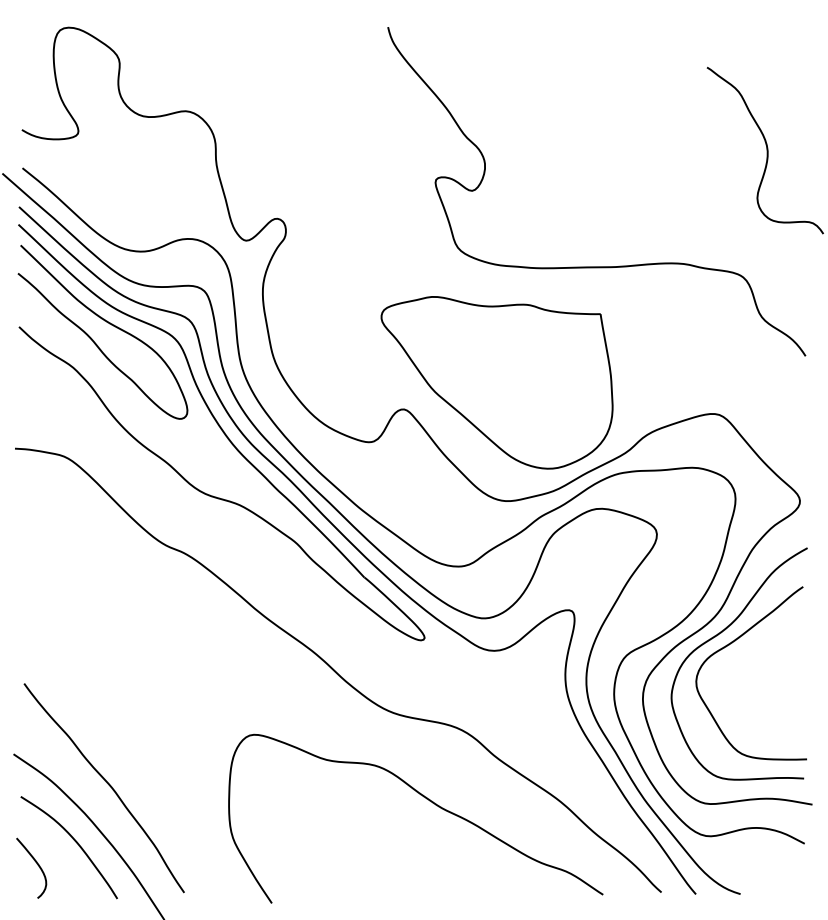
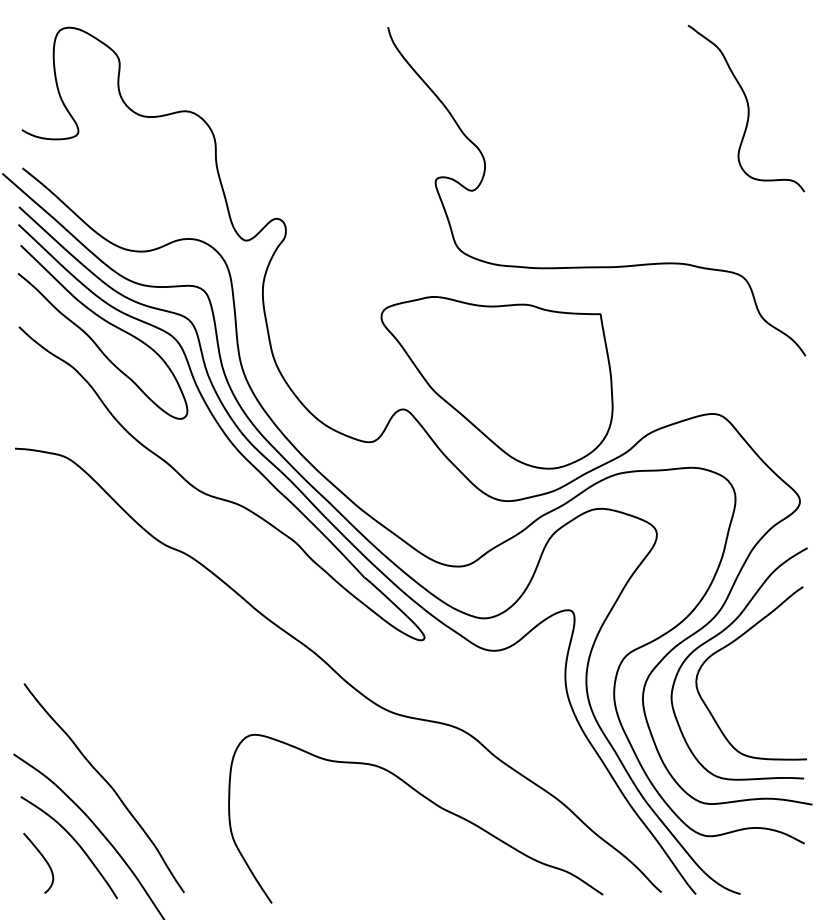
curve at (766, 150) position: (766, 150) -> (747, 108)
curve at (37, 865) position: (37, 865) -> (44, 860)
